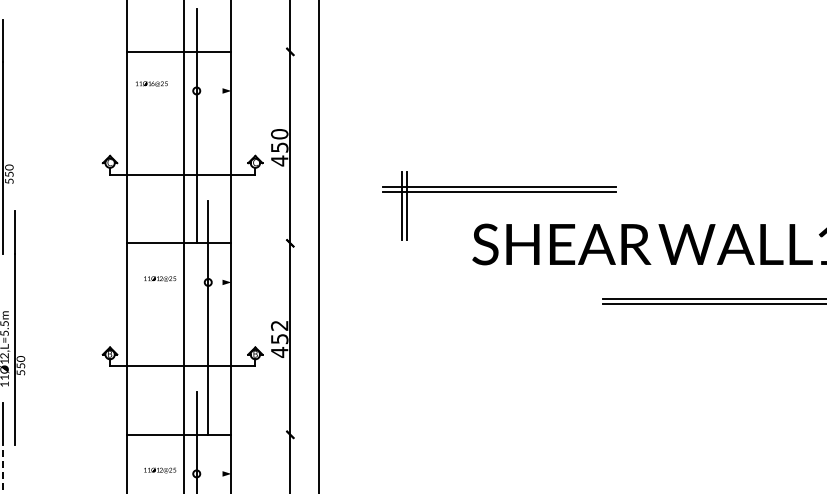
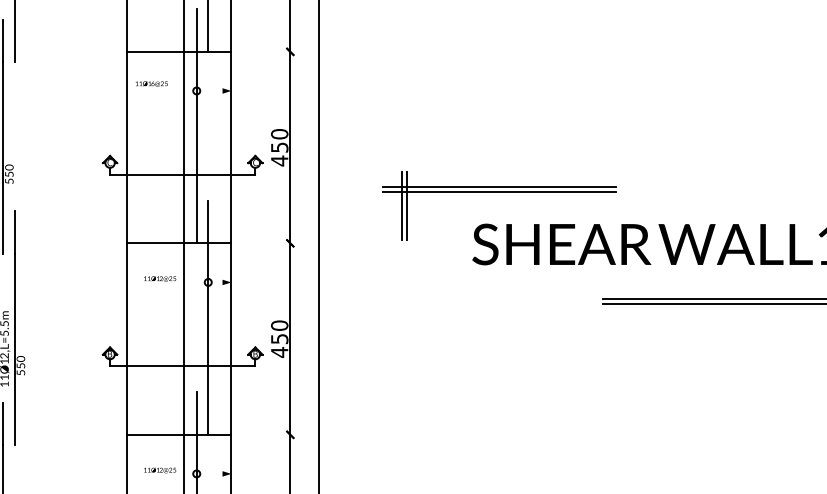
line at (208, 26): none -> present
line at (14, 32): none -> present
text at (279, 325): 452 -> 450
line at (3, 469): dashed -> solid
